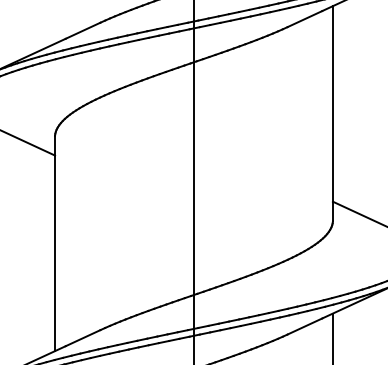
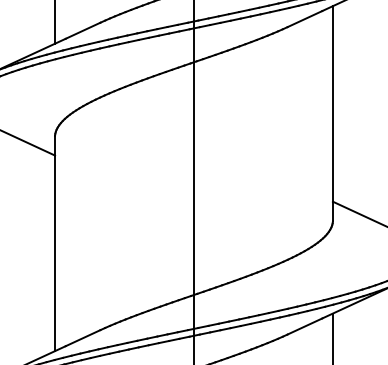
line at (55, 22): none -> present
